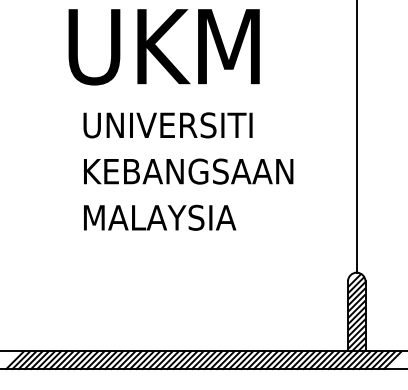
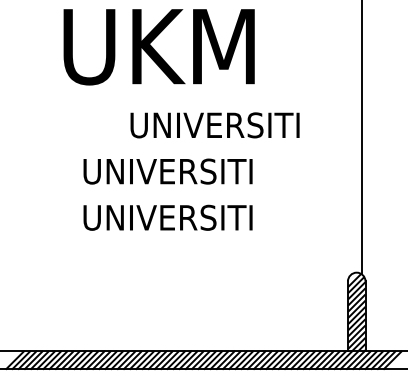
text at (163, 47) position: (163, 47) -> (158, 47)
text at (167, 125) position: (167, 125) -> (214, 125)
line at (356, 137) position: (356, 137) -> (361, 137)
text at (188, 171): KEBANGSAAN -> UNIVERSITI
text at (167, 217): MALAYSIA -> UNIVERSITI
